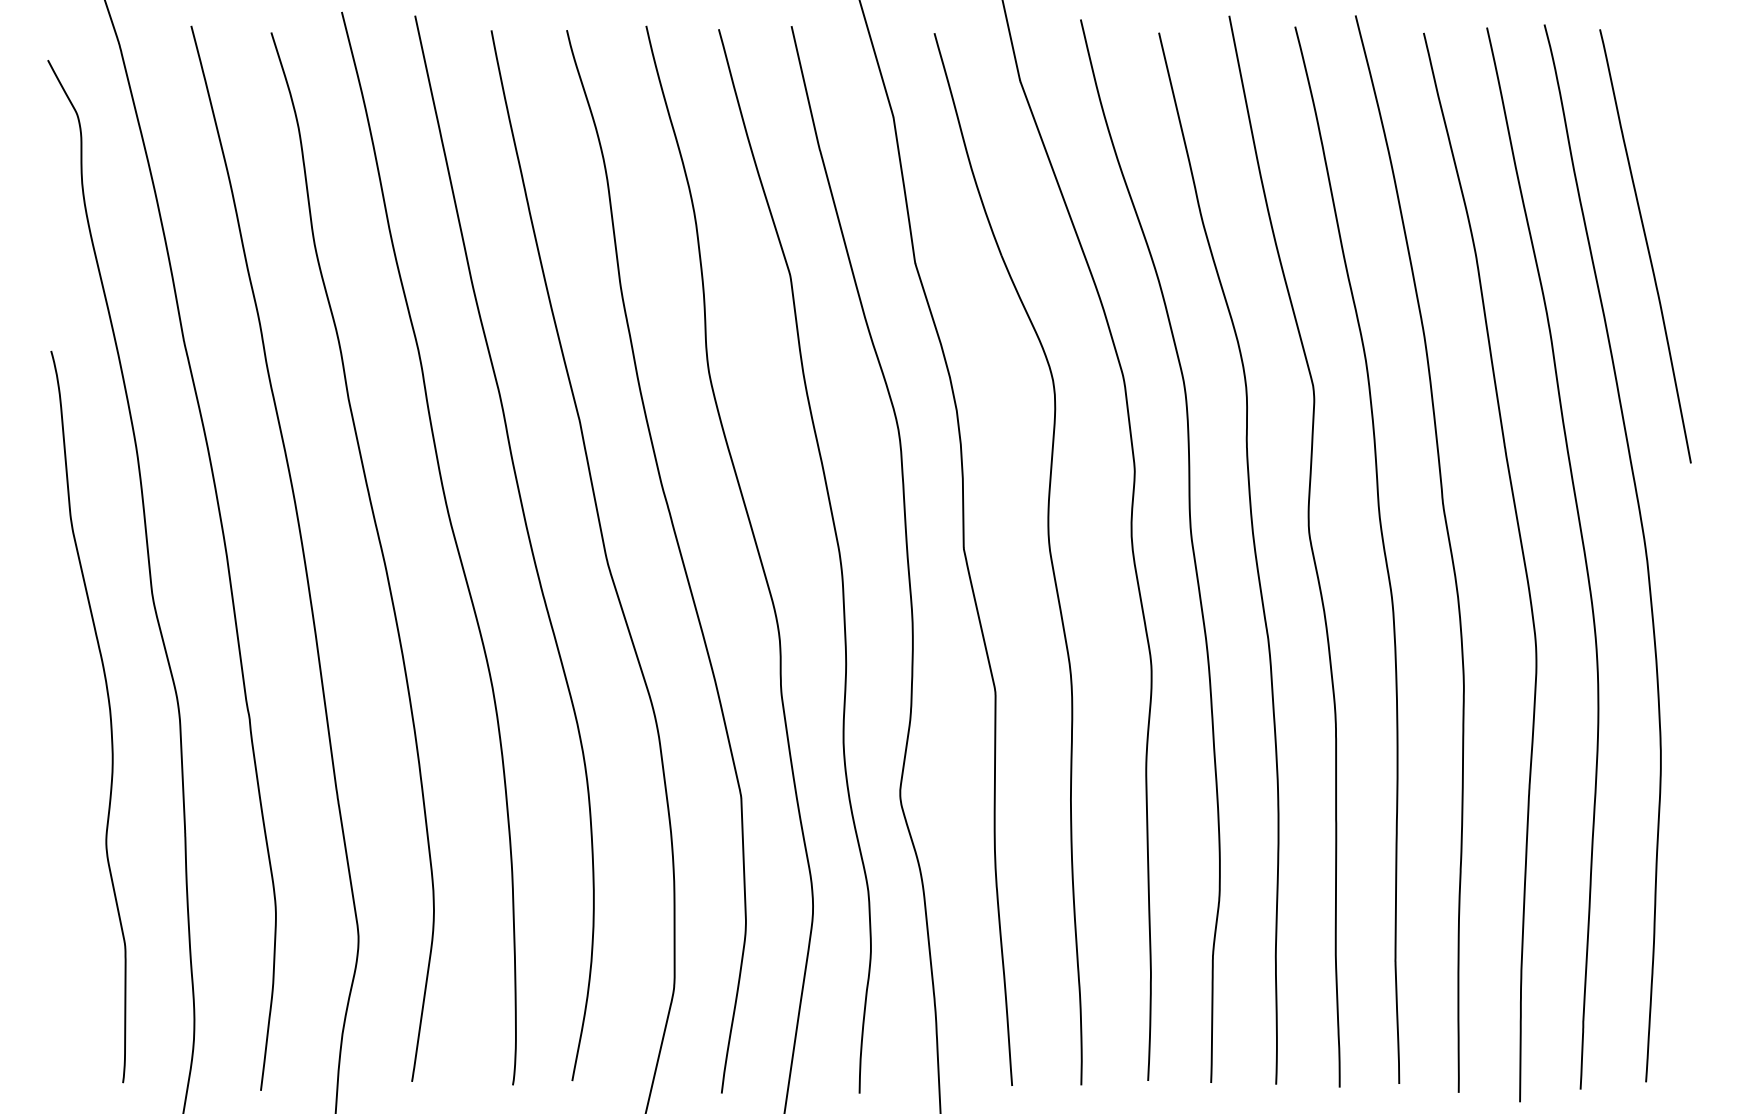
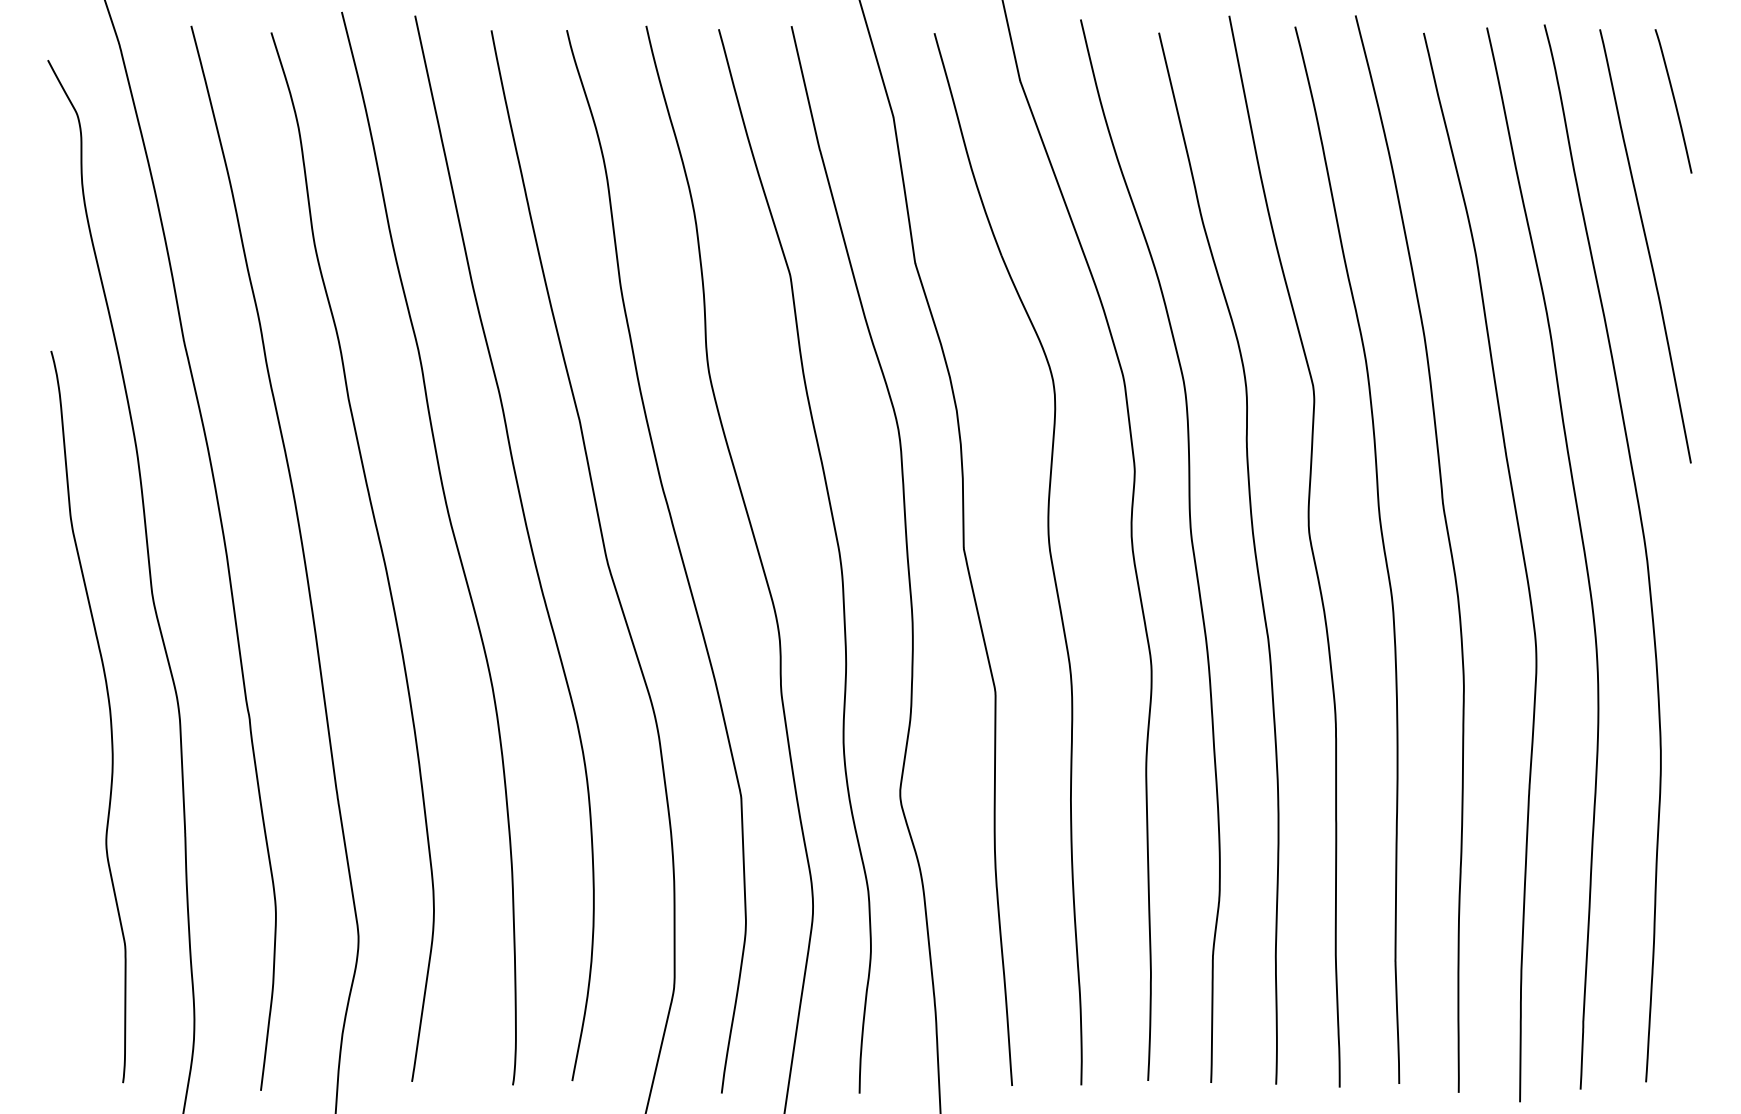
curve at (1673, 100): none -> present
